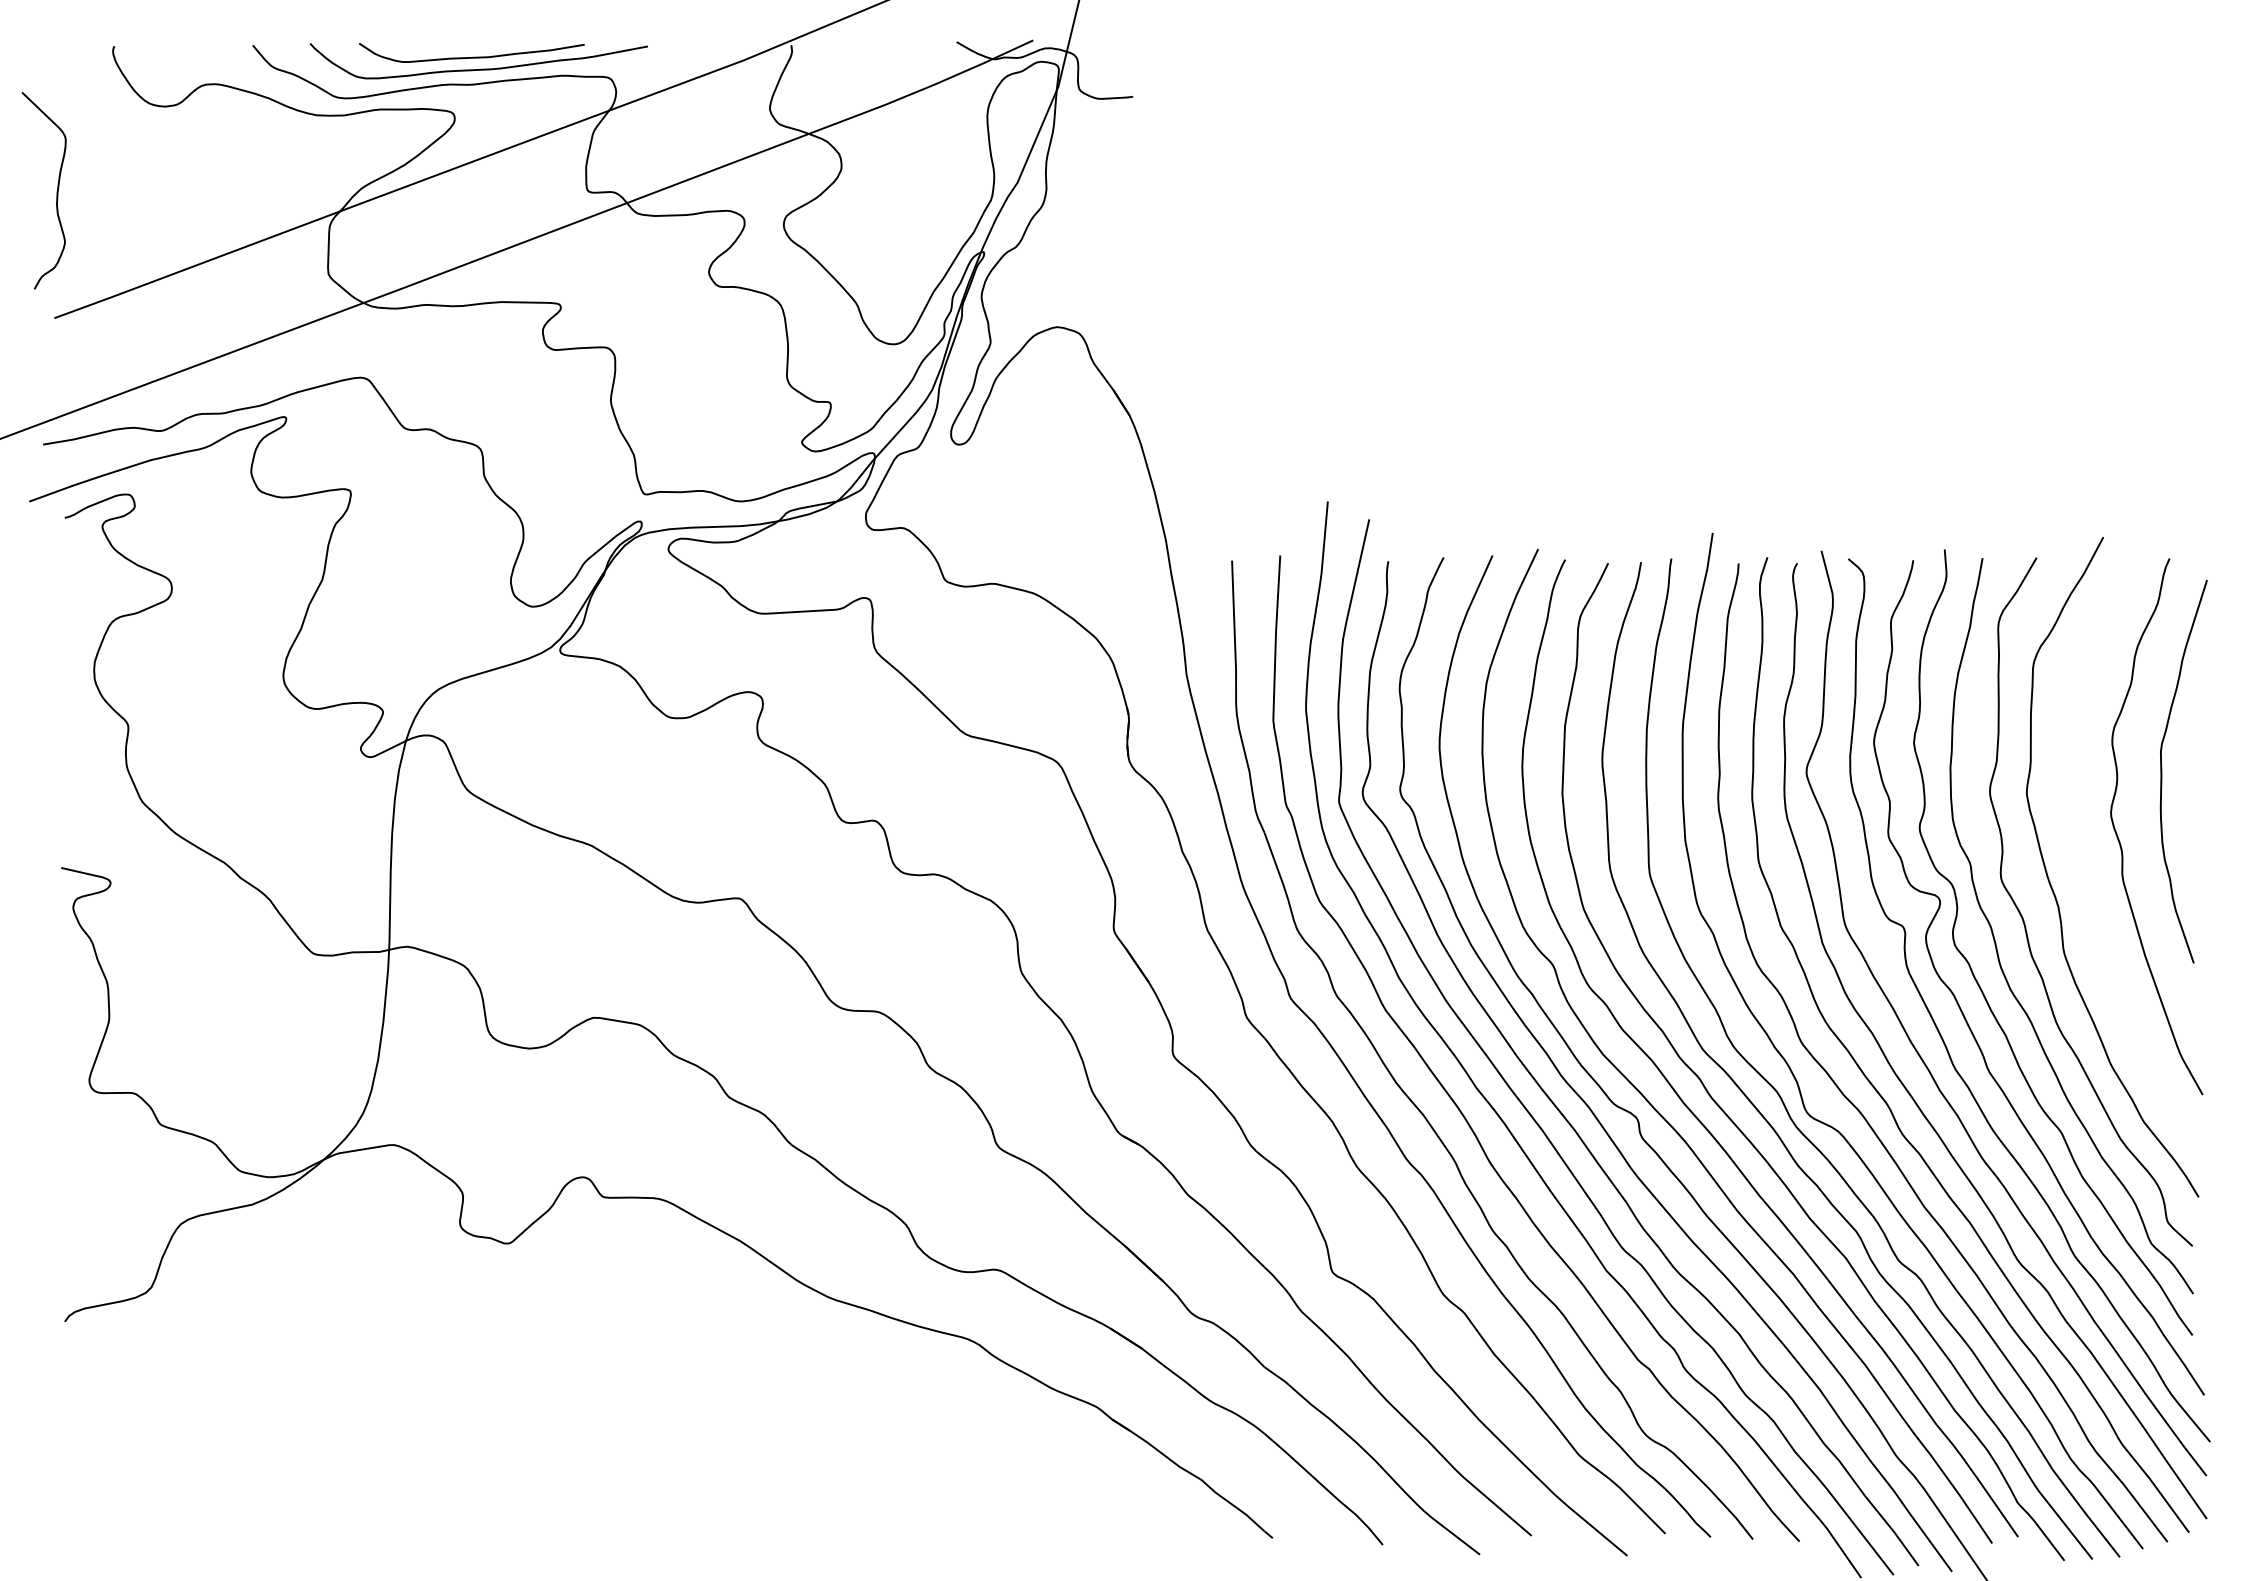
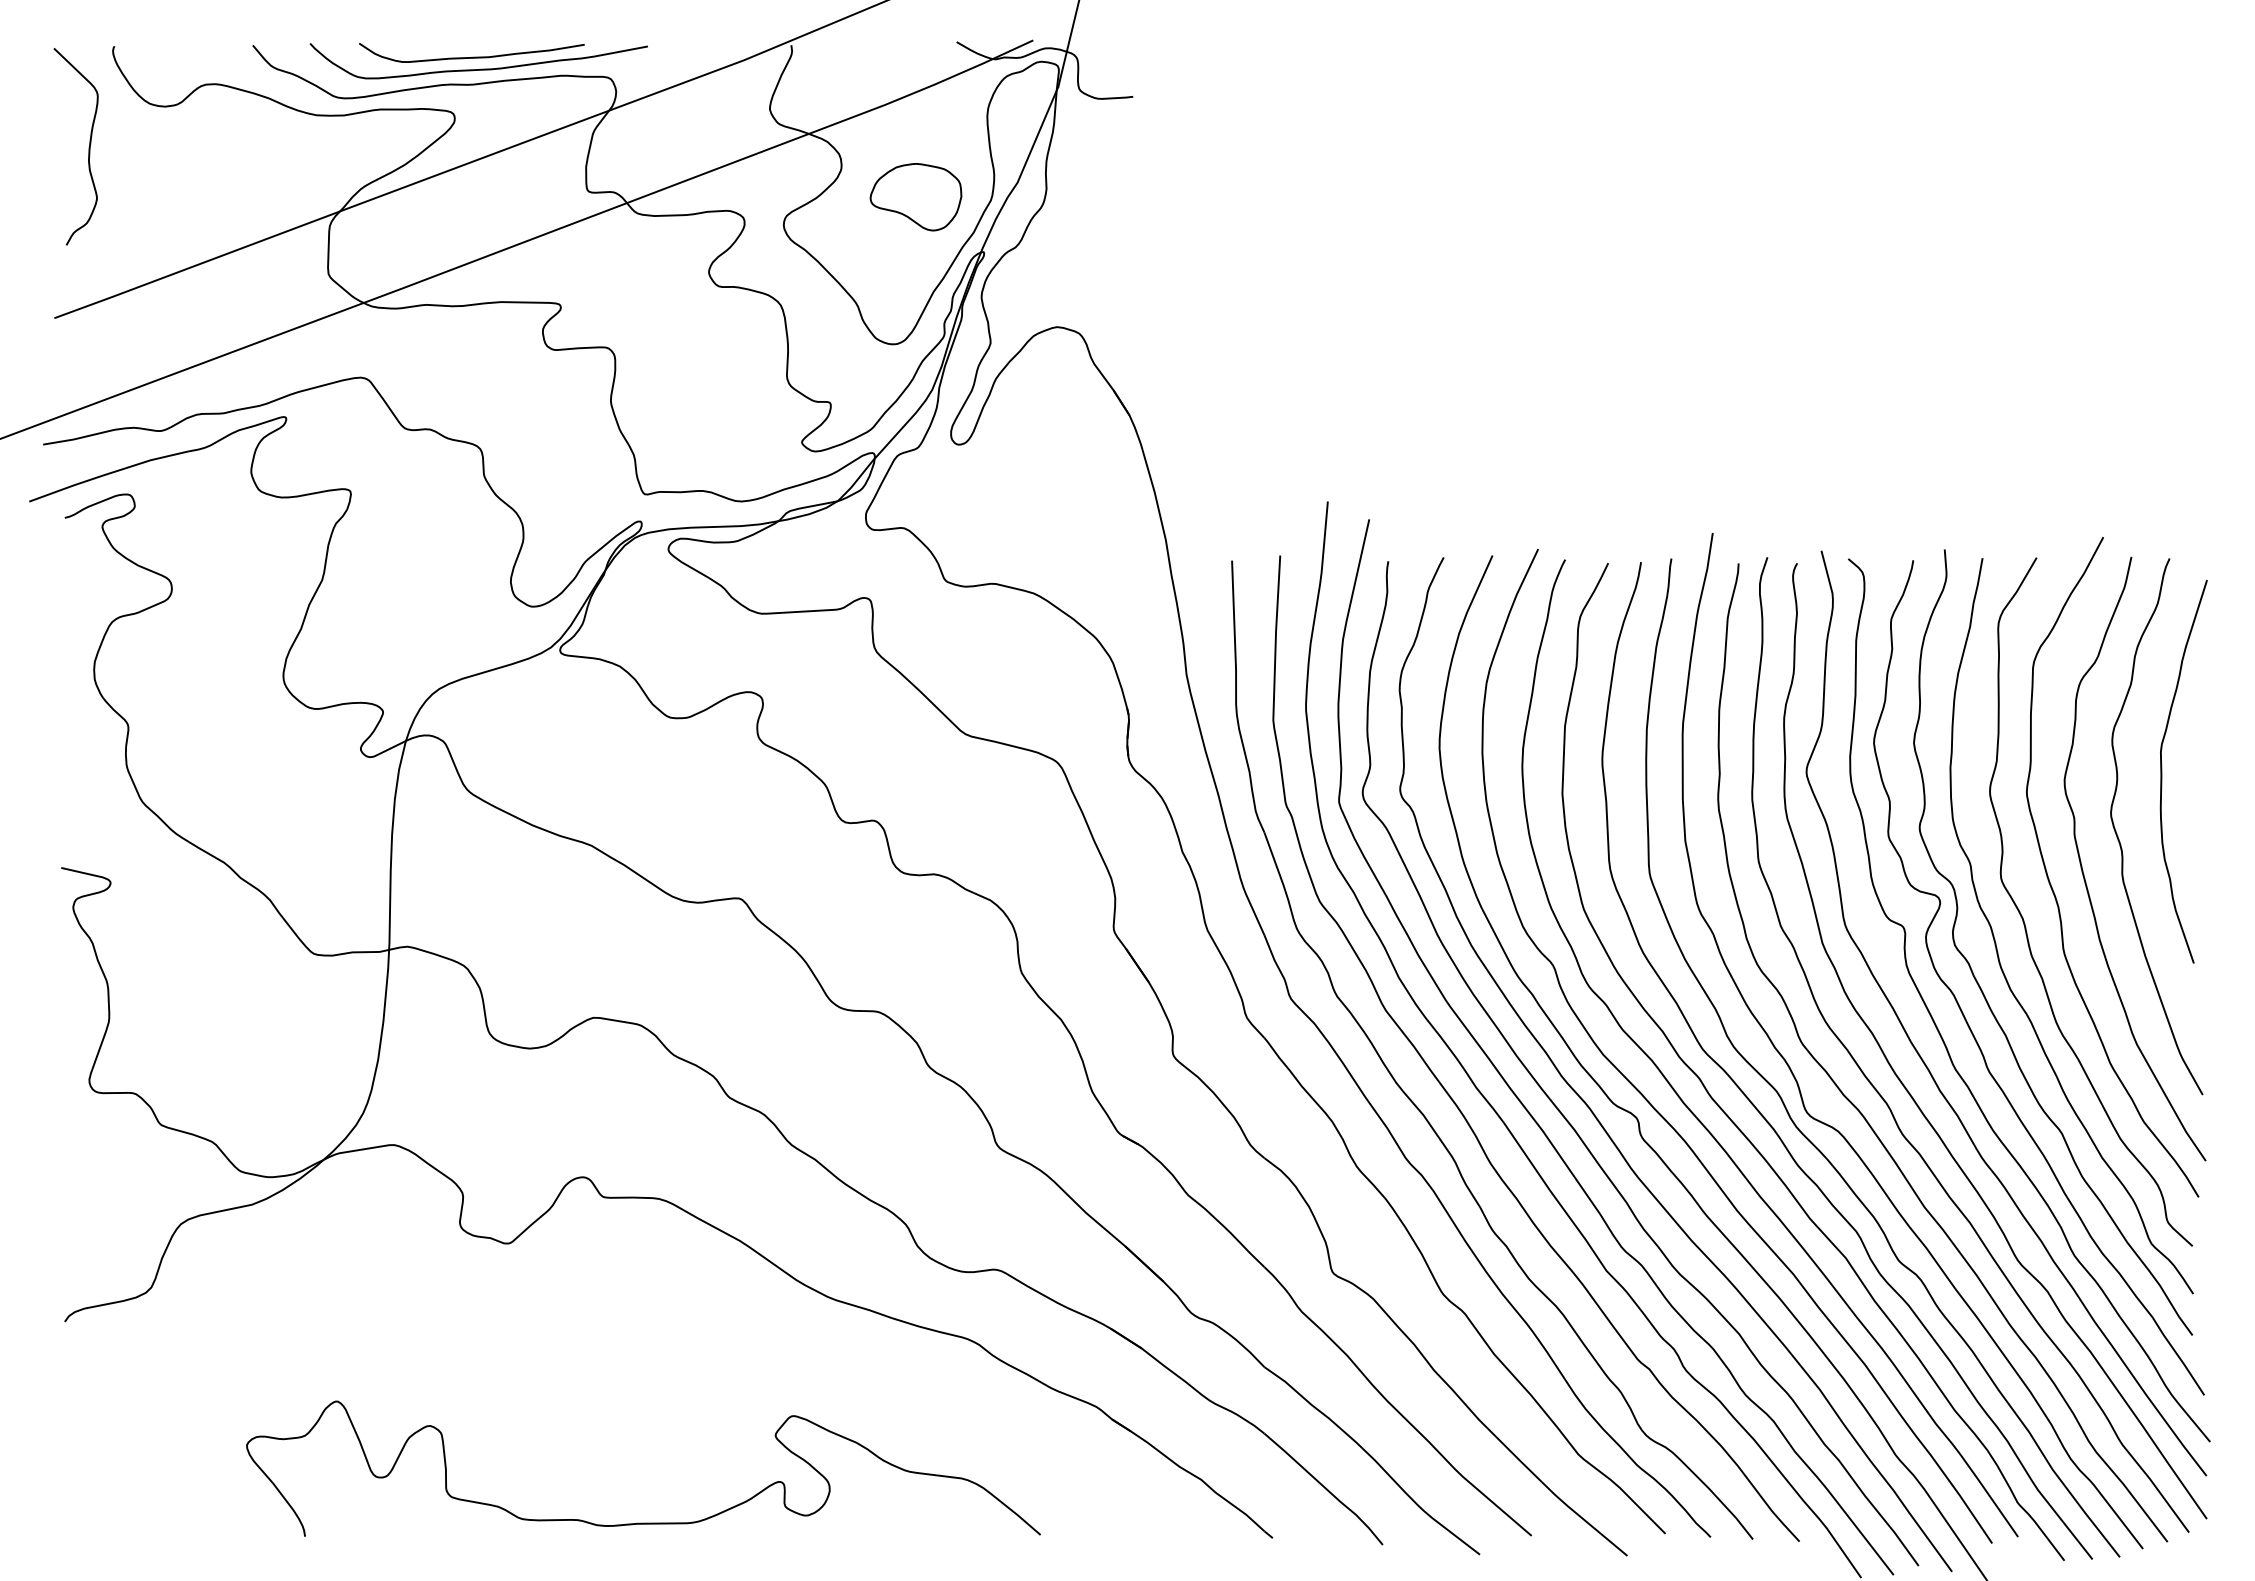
curve at (56, 191) position: (56, 191) -> (88, 147)
part at (915, 197): none -> present
curve at (2083, 870): none -> present
curve at (643, 1522): none -> present
